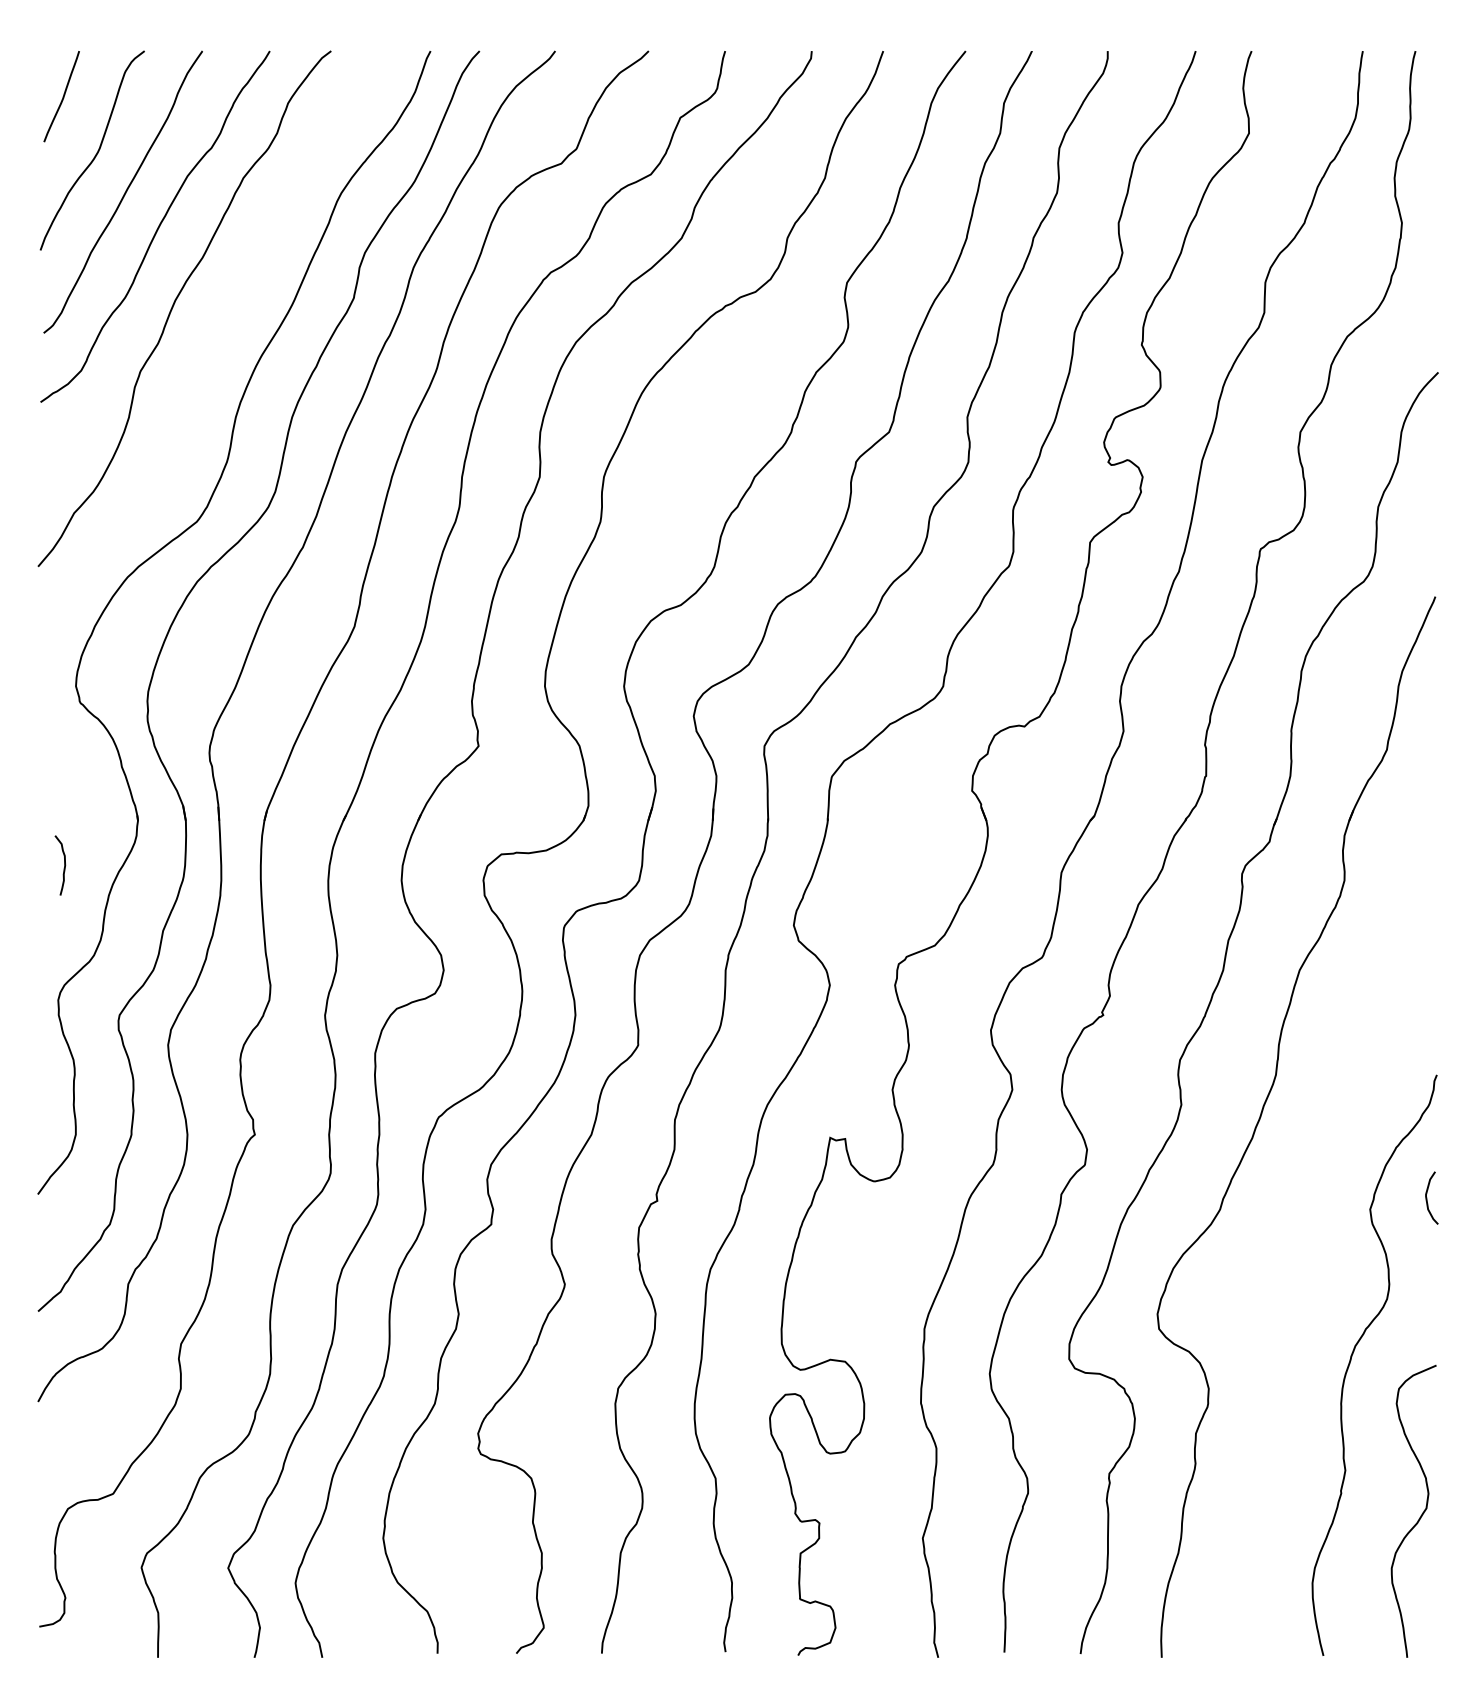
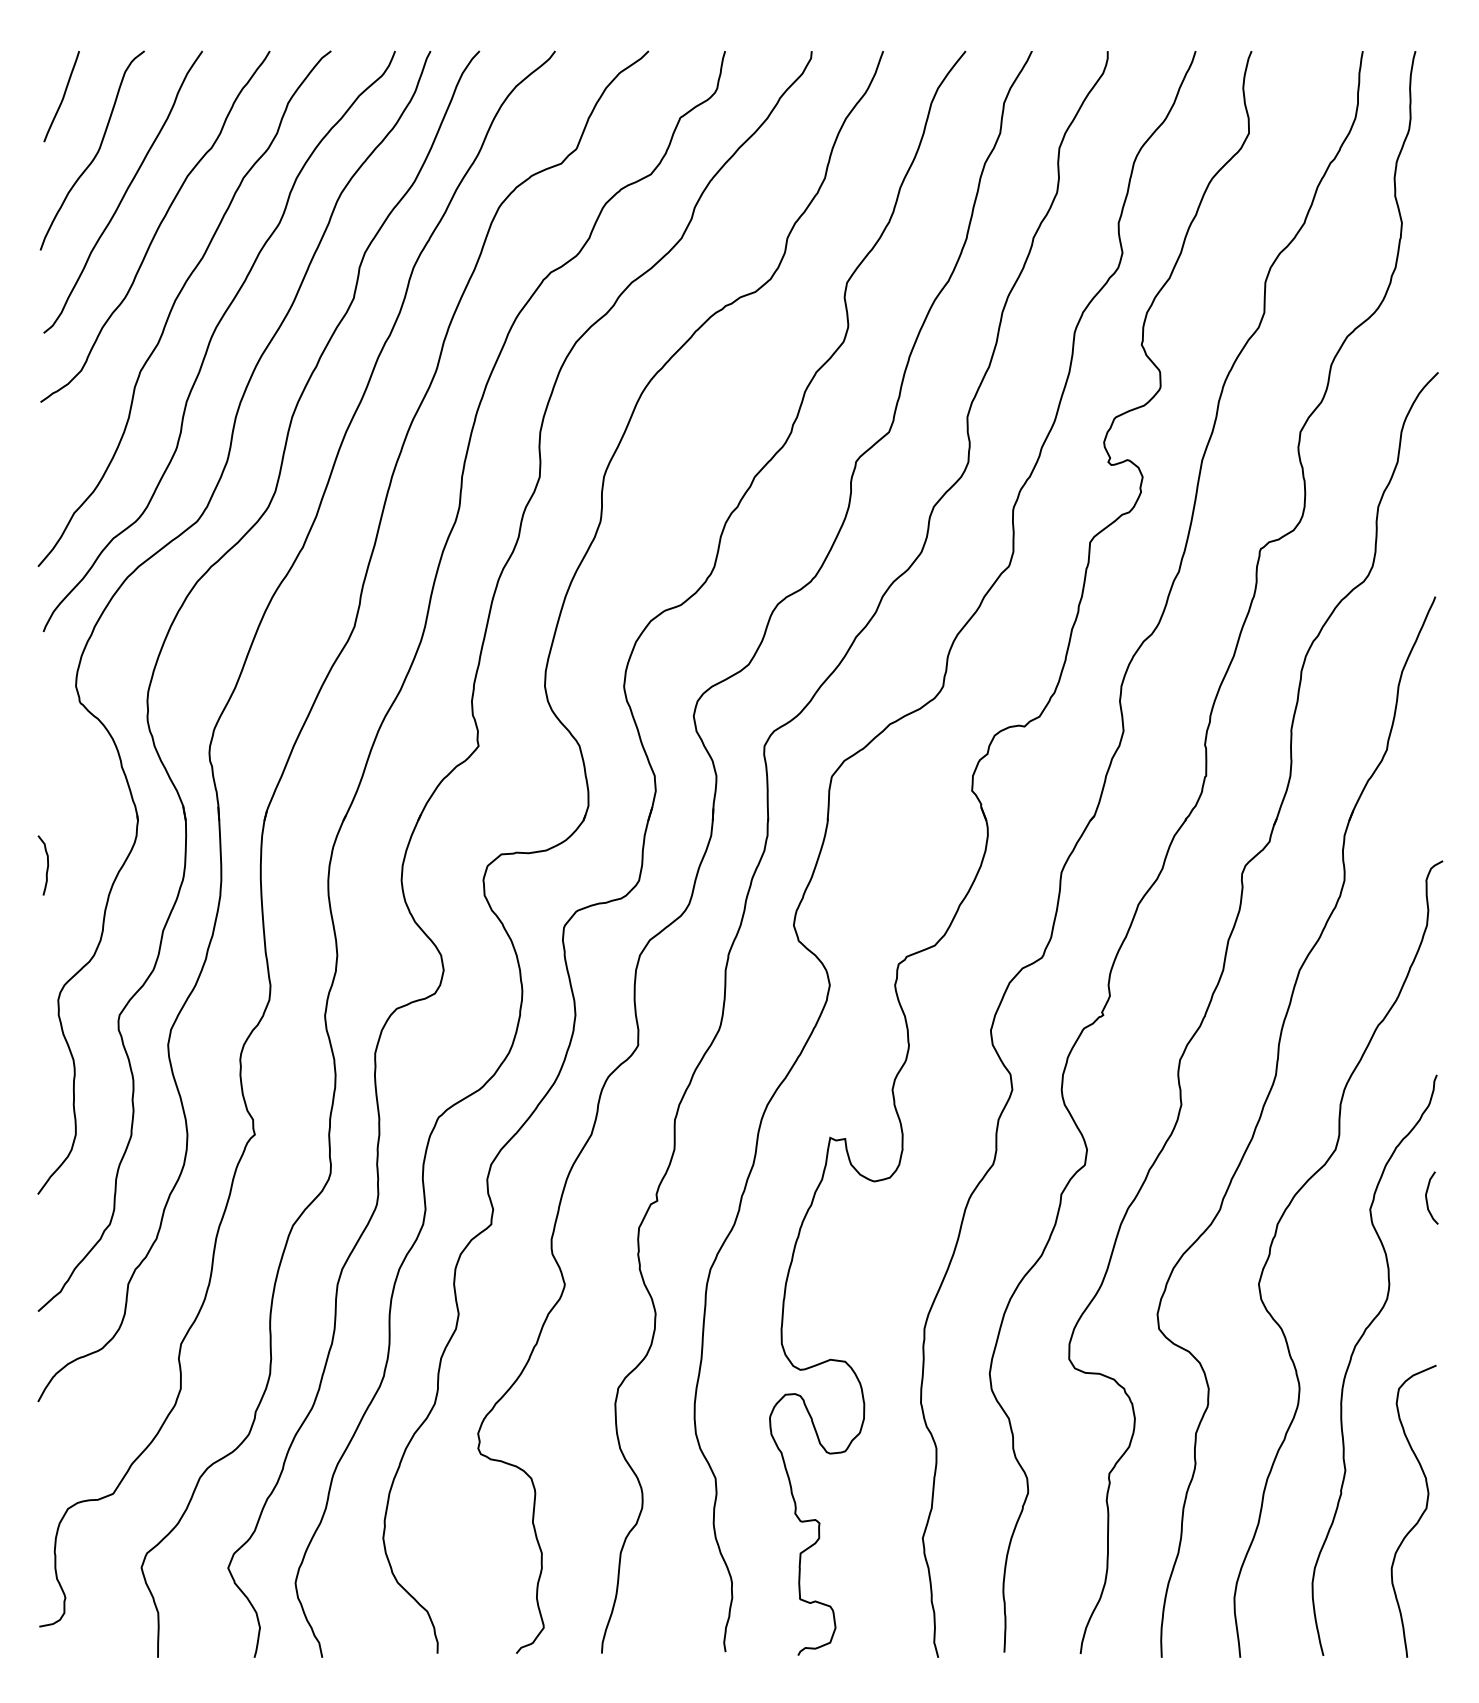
curve at (212, 338): none -> present
curve at (64, 865) position: (64, 865) -> (47, 865)
curve at (1276, 1235): none -> present
